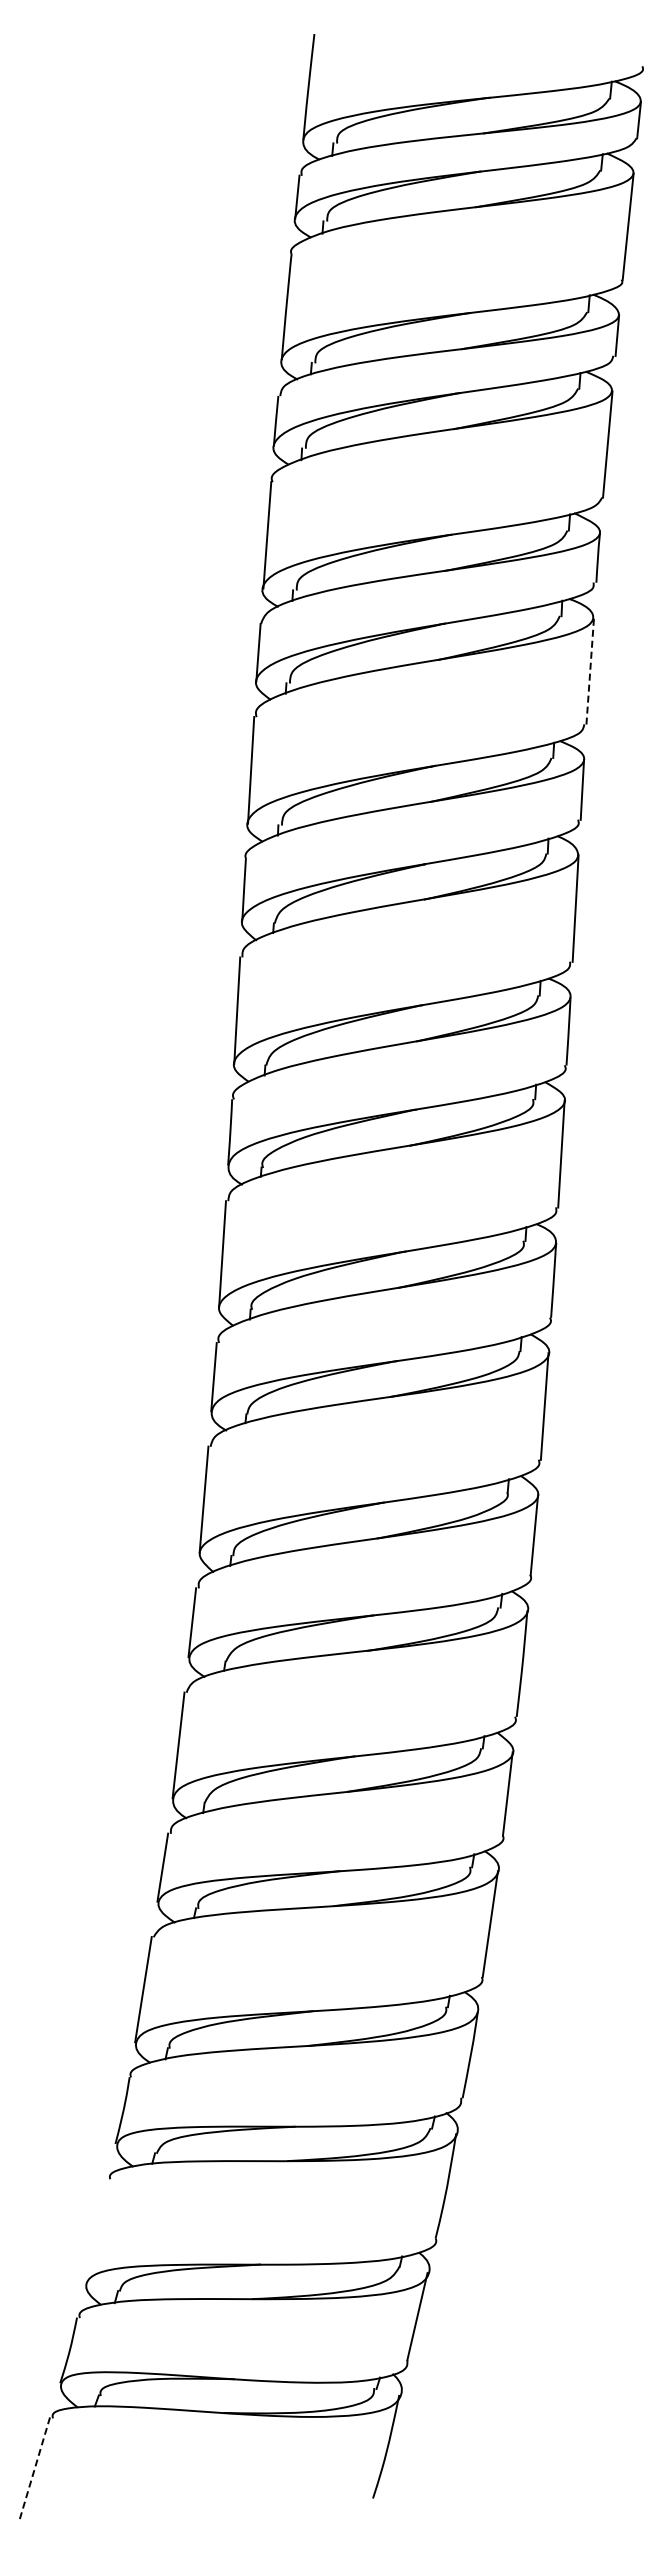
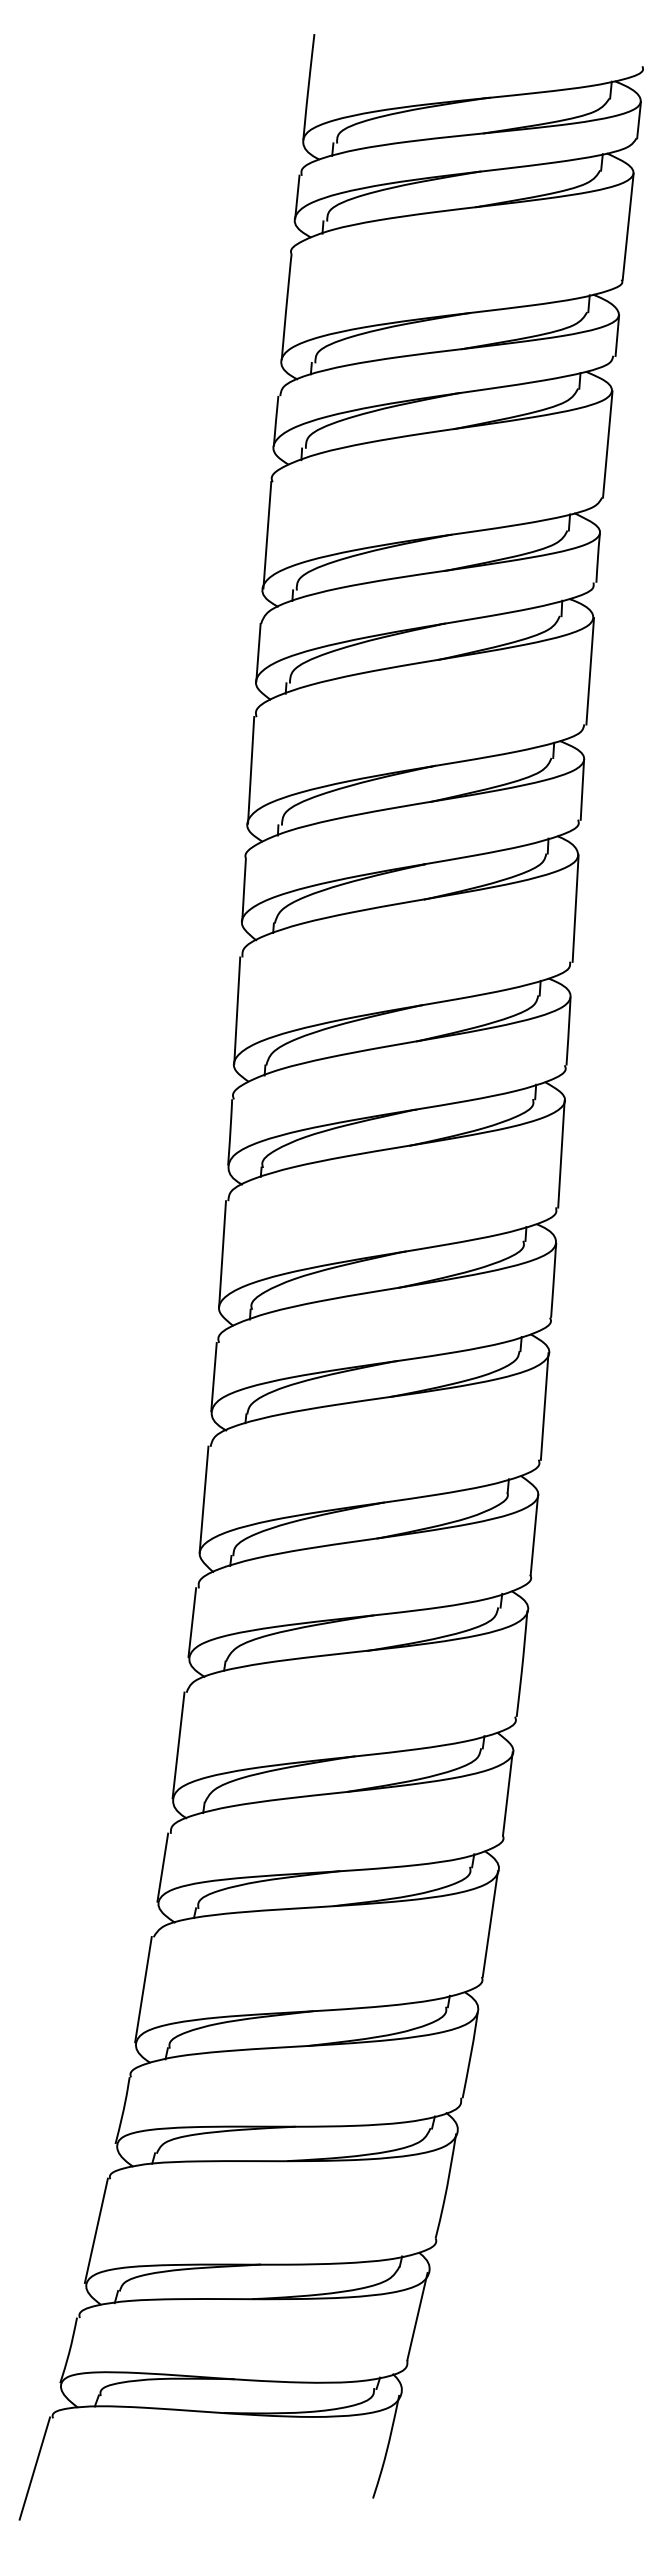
line at (590, 670): dashed -> solid
line at (95, 2230): none -> present
line at (34, 2469): dashed -> solid
